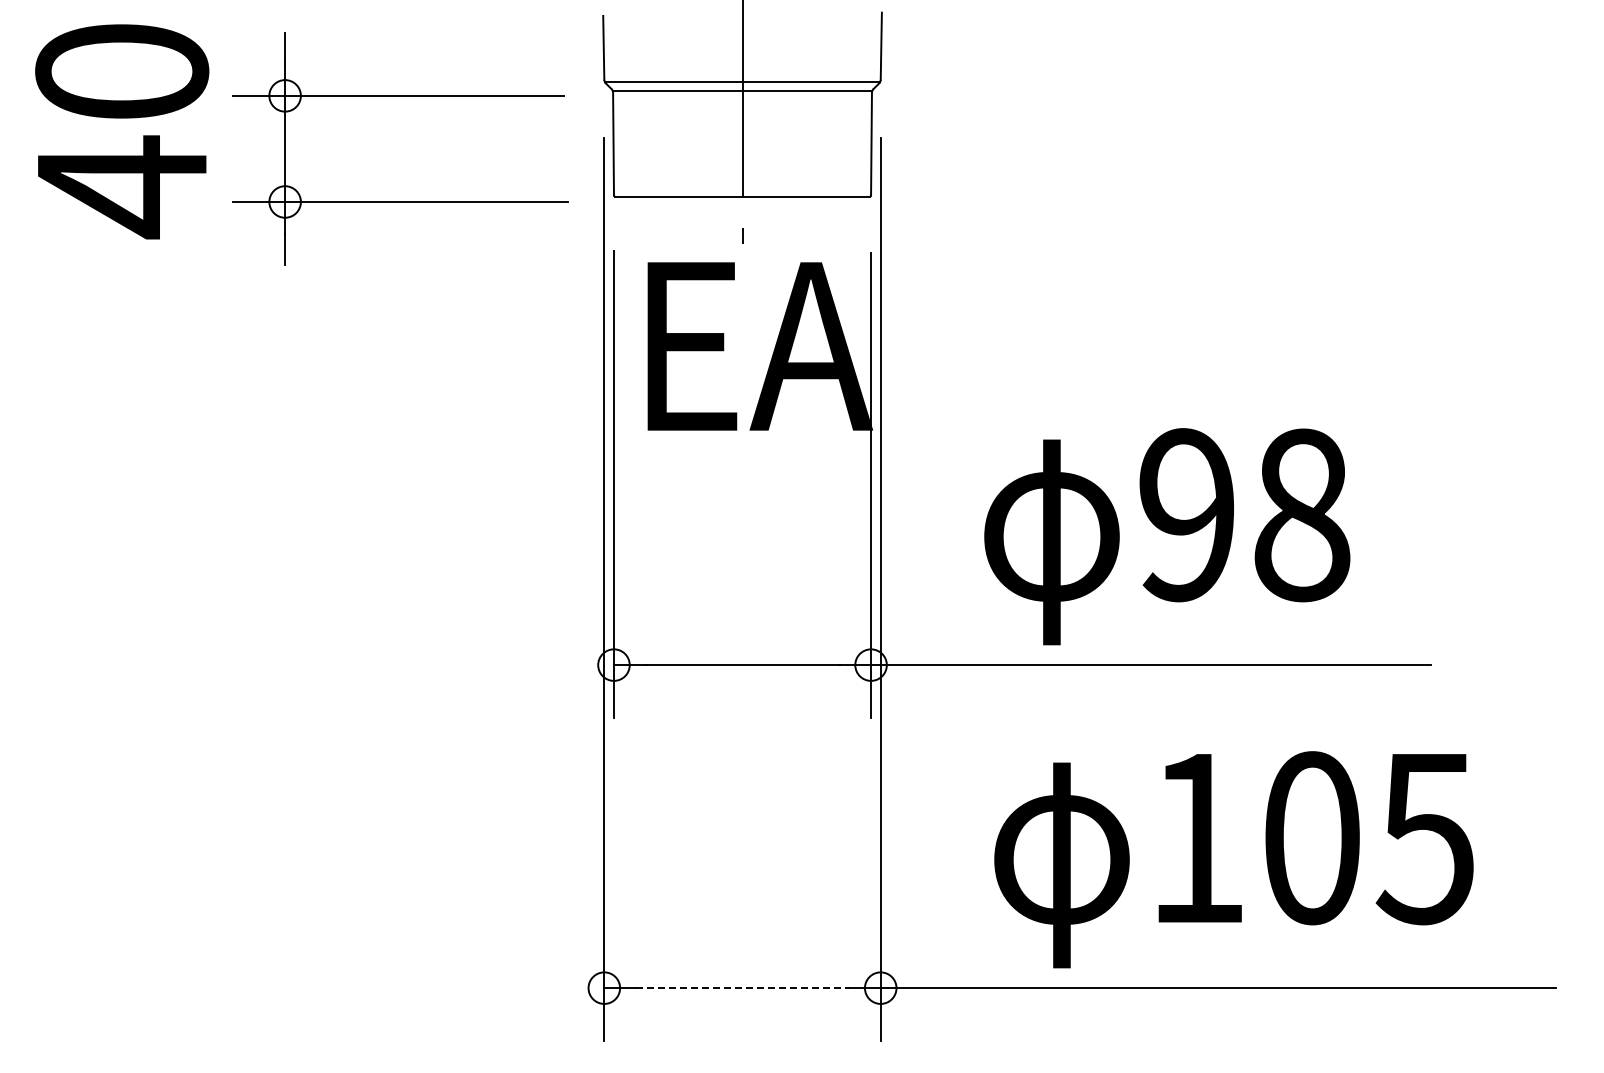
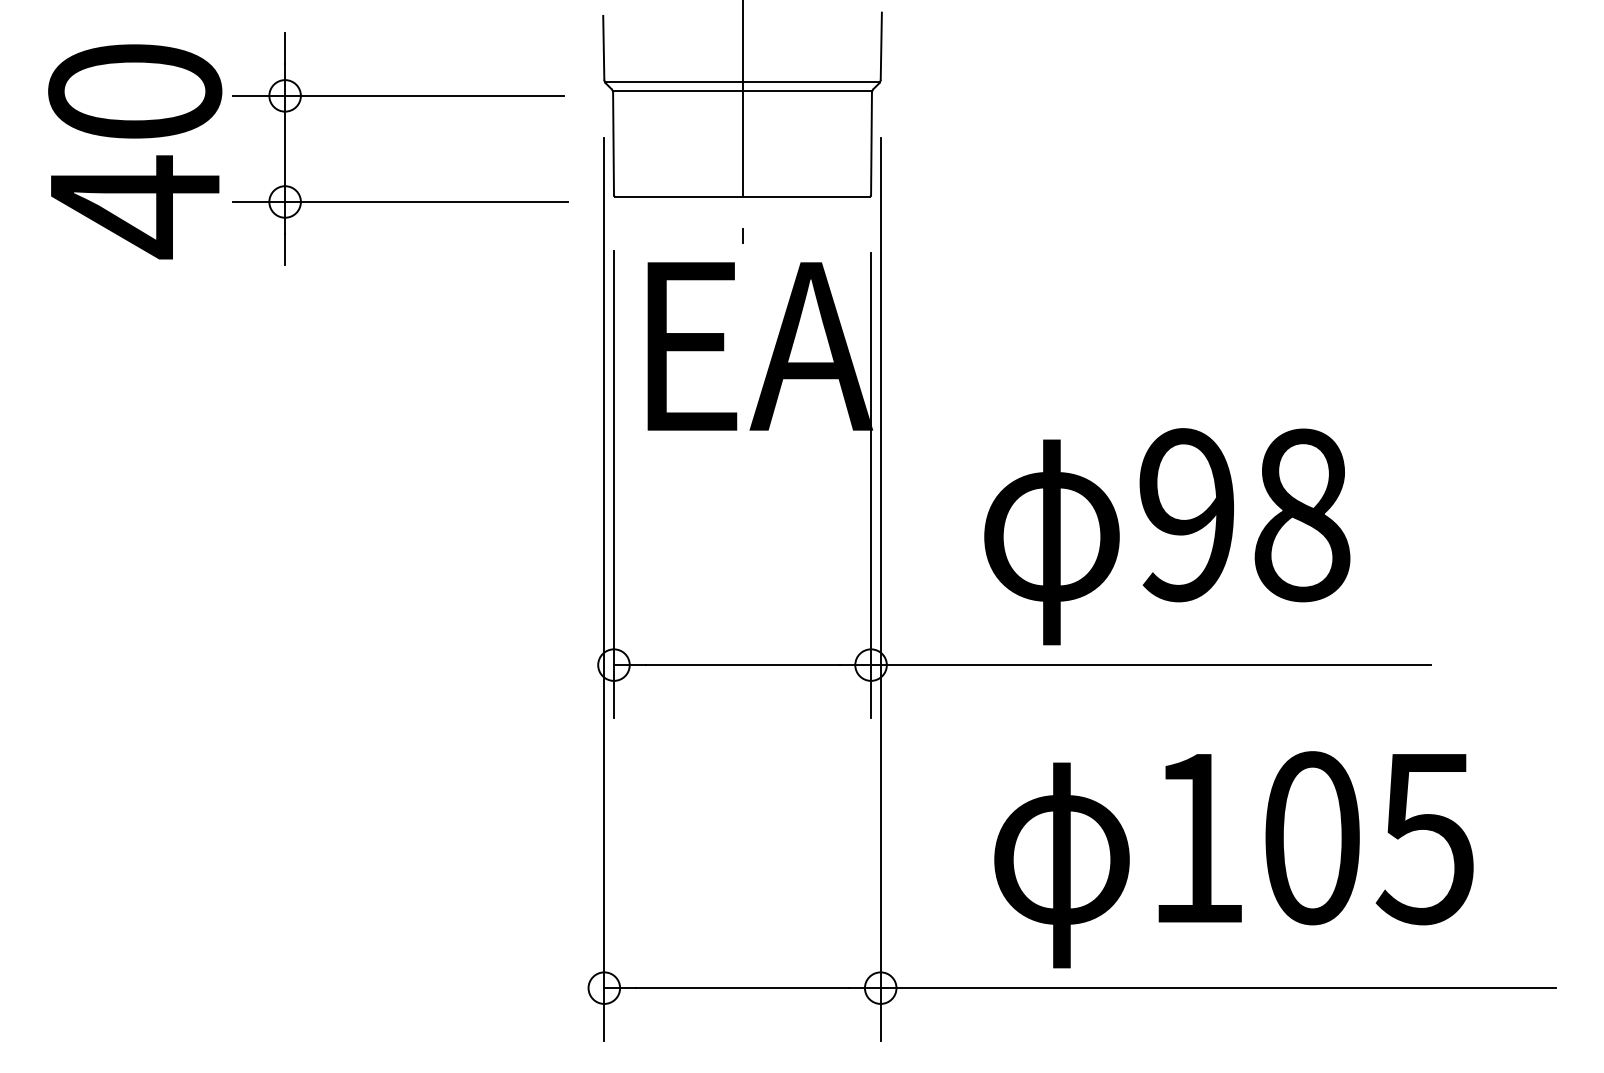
text at (122, 131) position: (122, 131) -> (135, 151)
line at (742, 988): dashed -> solid
